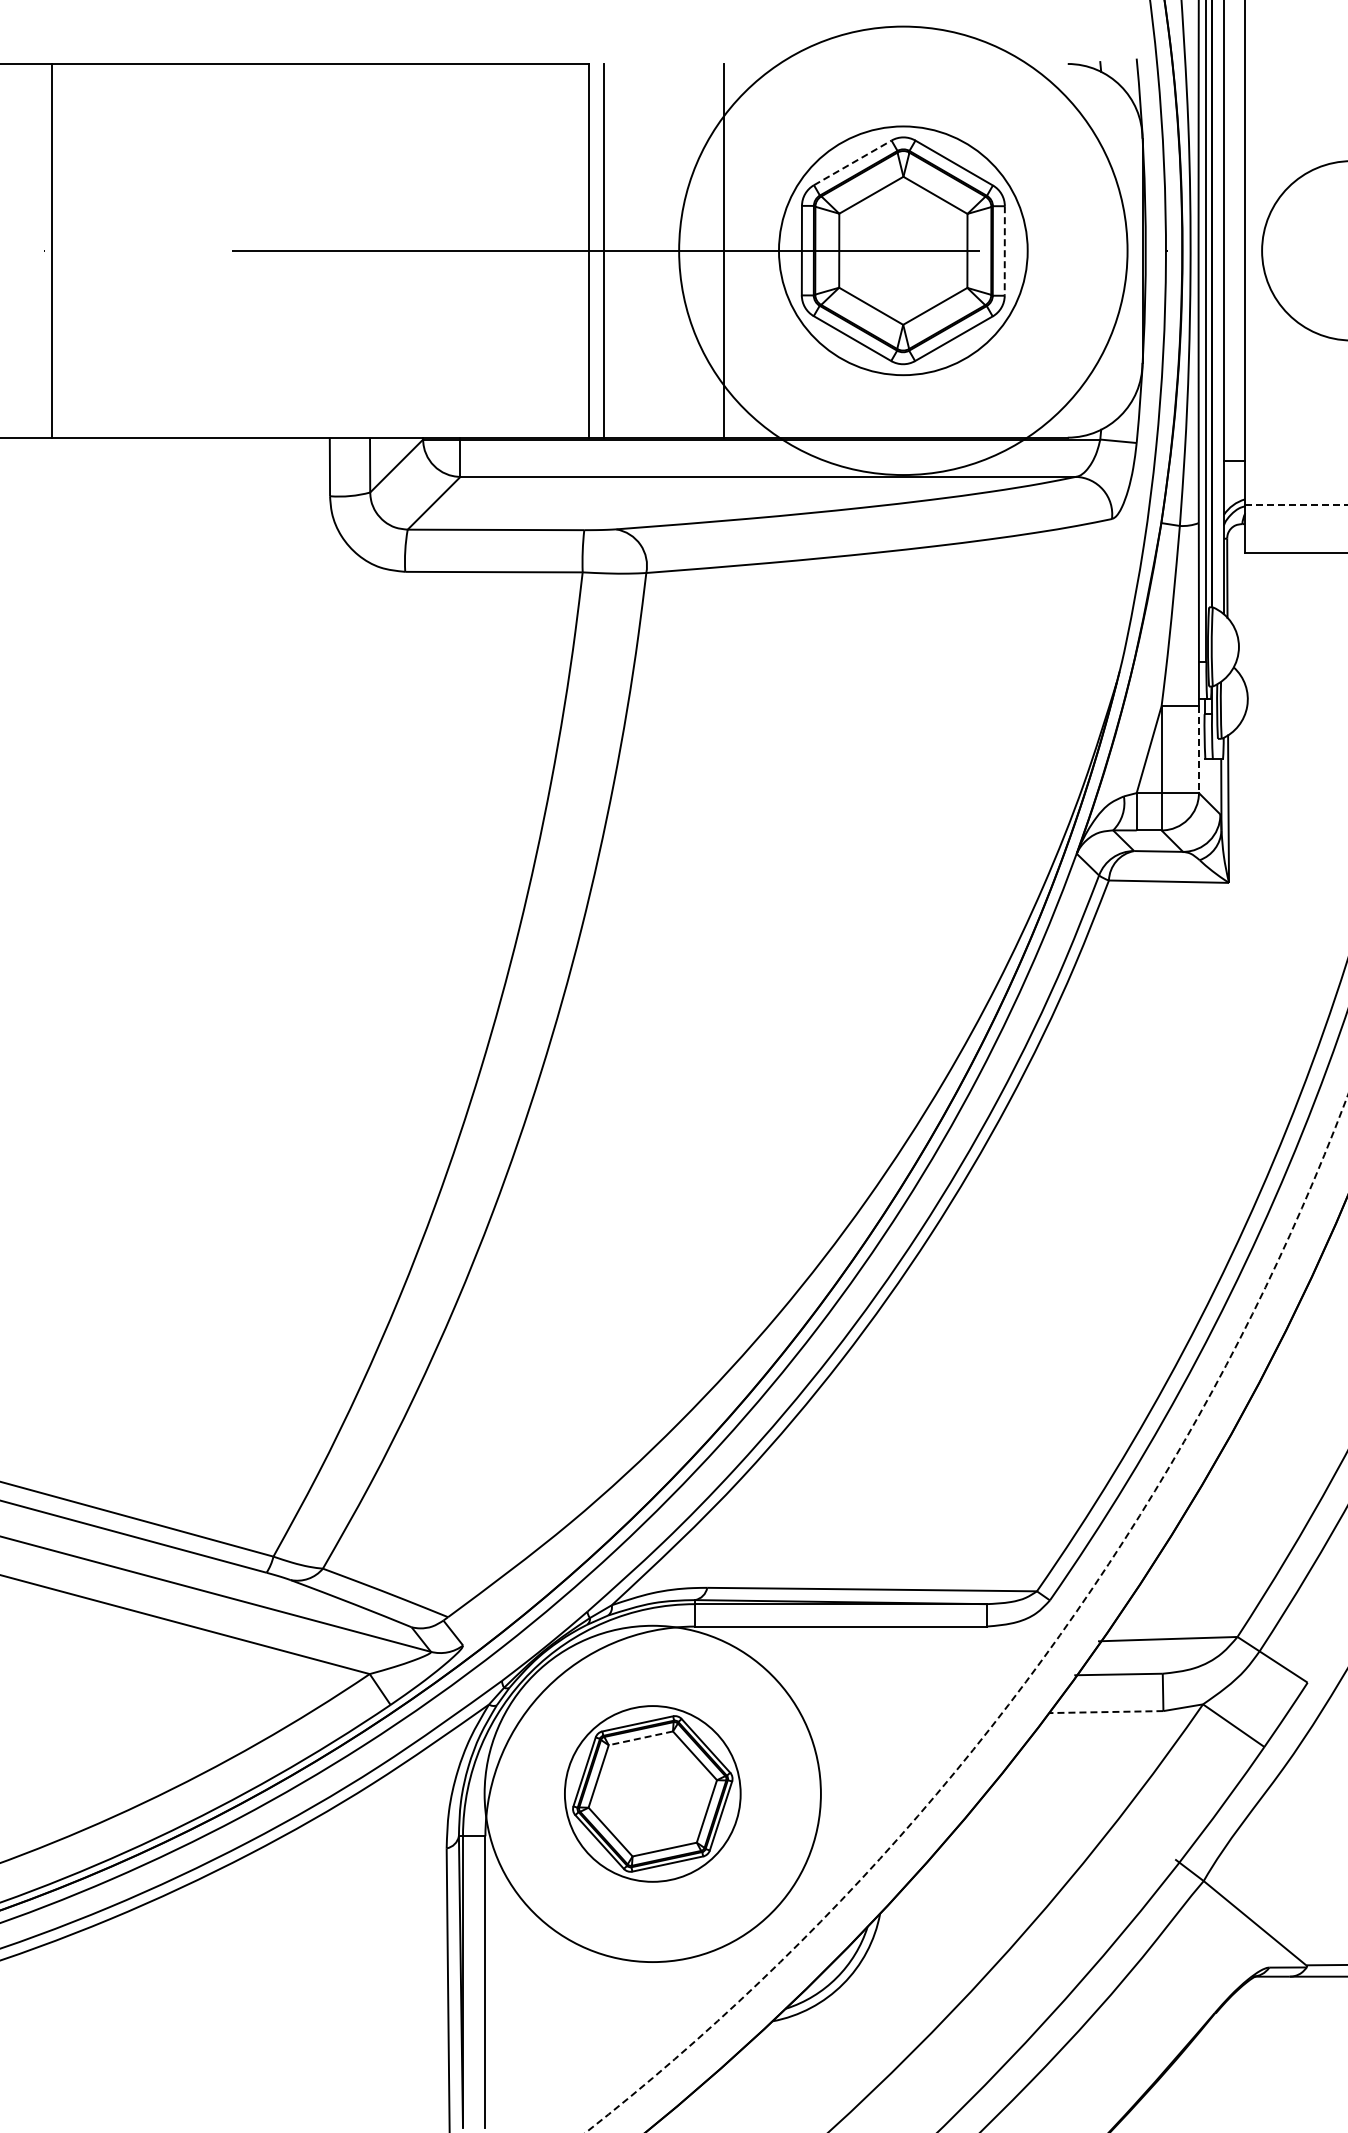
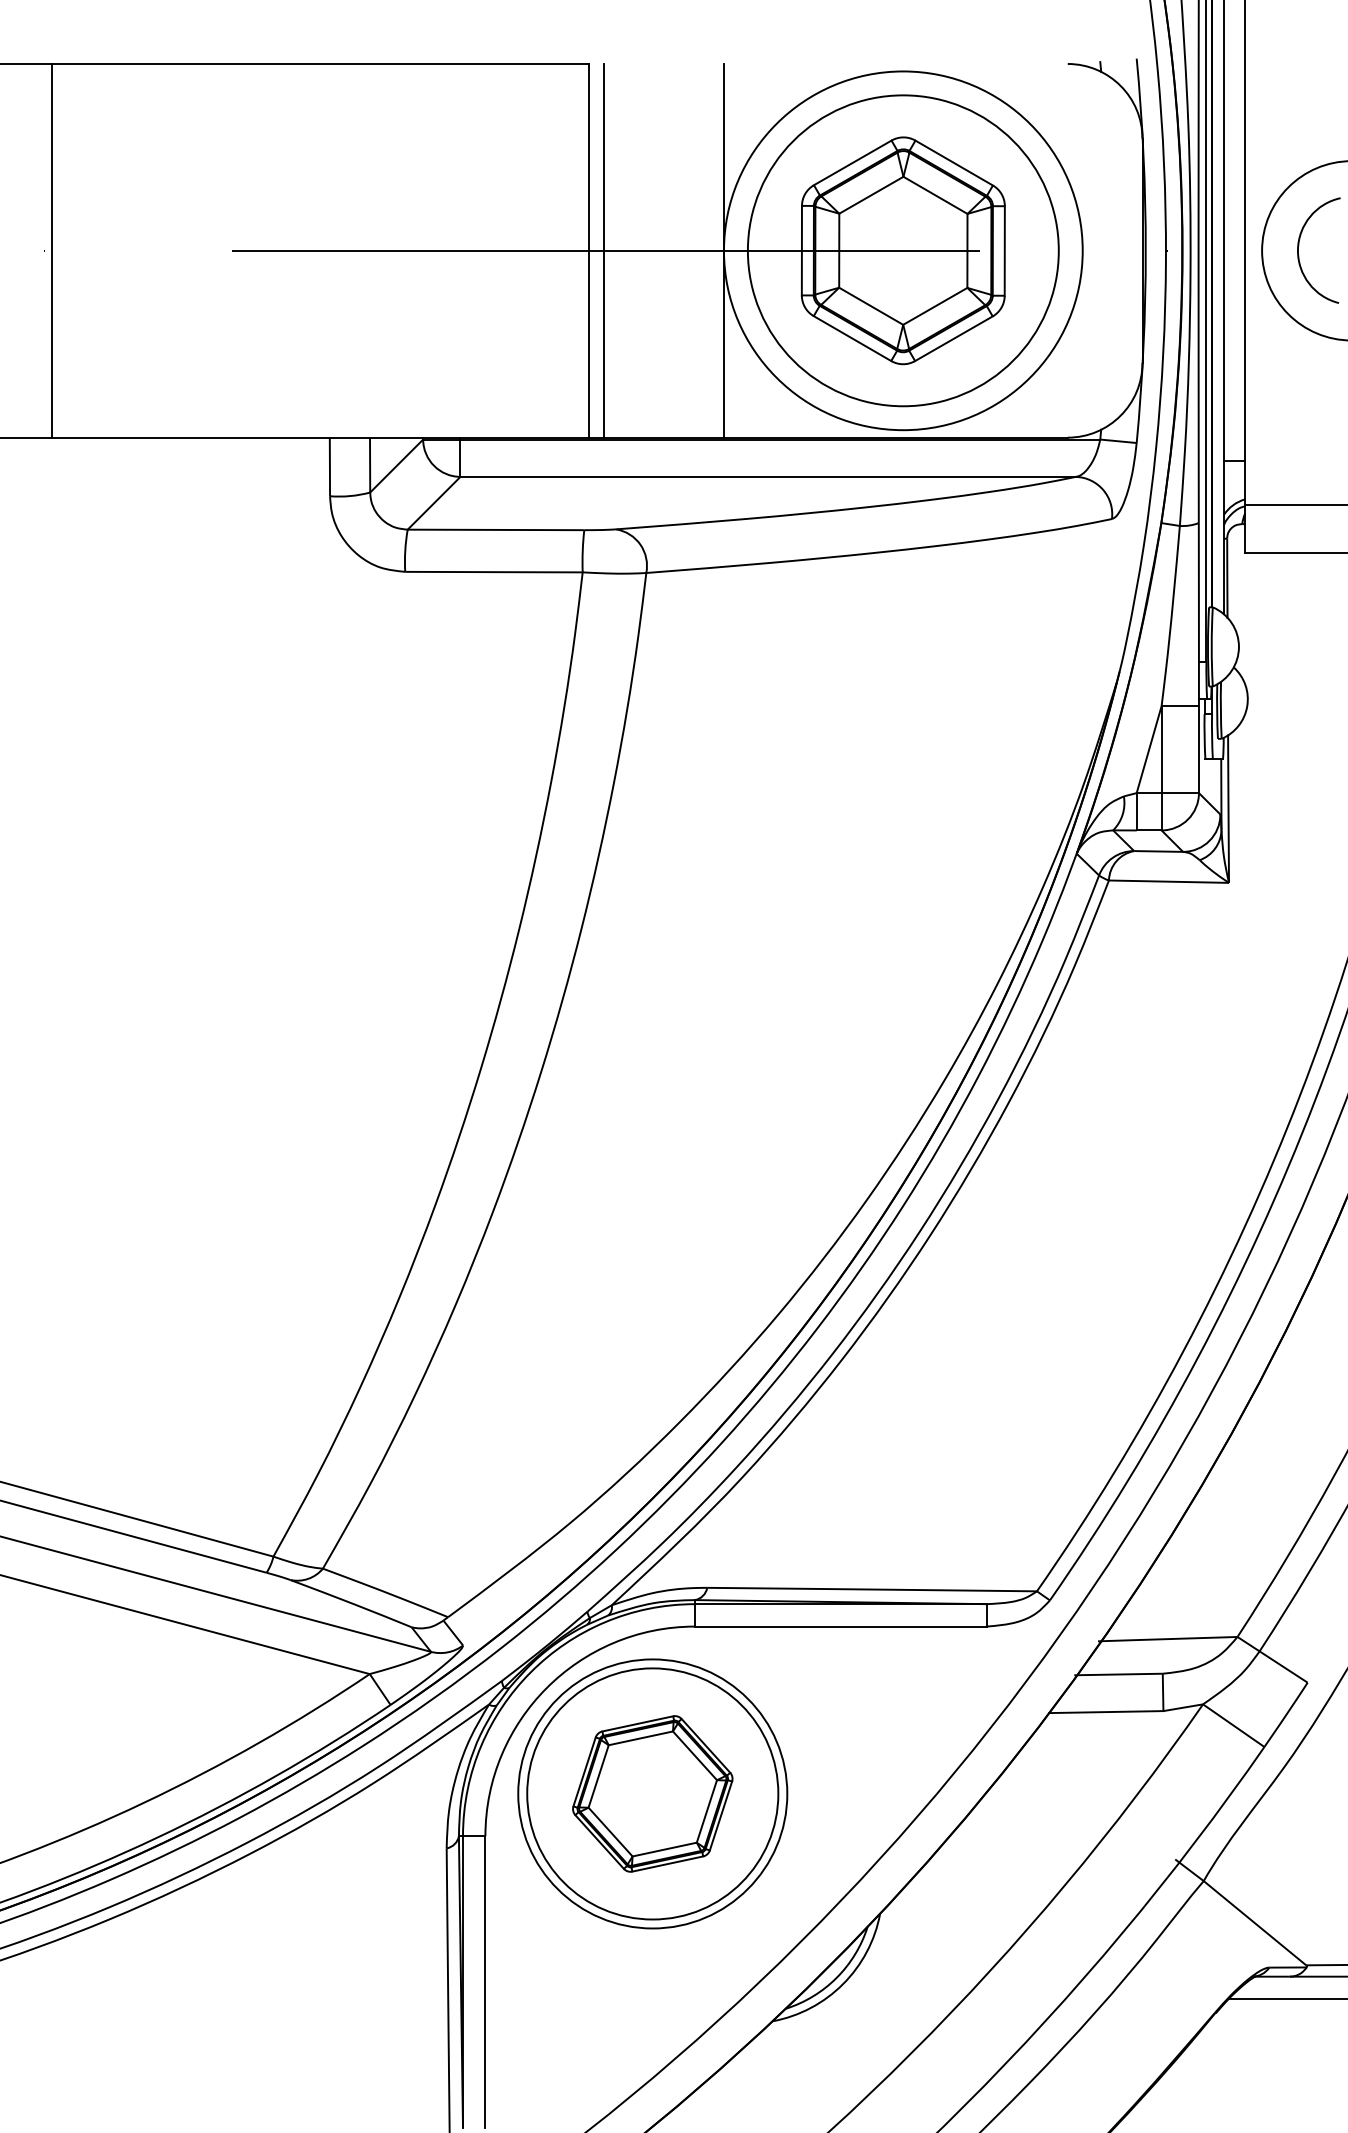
line at (852, 162): dashed -> solid
arc at (1299, 246): none -> present
circle at (902, 250) diameter: 249 px -> 311 px
circle at (903, 250) diameter: 448 px -> 359 px
line at (1004, 250): dashed -> solid
line at (1297, 504): dashed -> solid
line at (1198, 750): dashed -> solid
circle at (966, 1613): dashed -> solid
line at (1105, 1712): dashed -> solid
line at (640, 1738): dashed -> solid
circle at (652, 1793) diameter: 176 px -> 251 px
circle at (652, 1793) diameter: 336 px -> 269 px
line at (1286, 1999): none -> present
